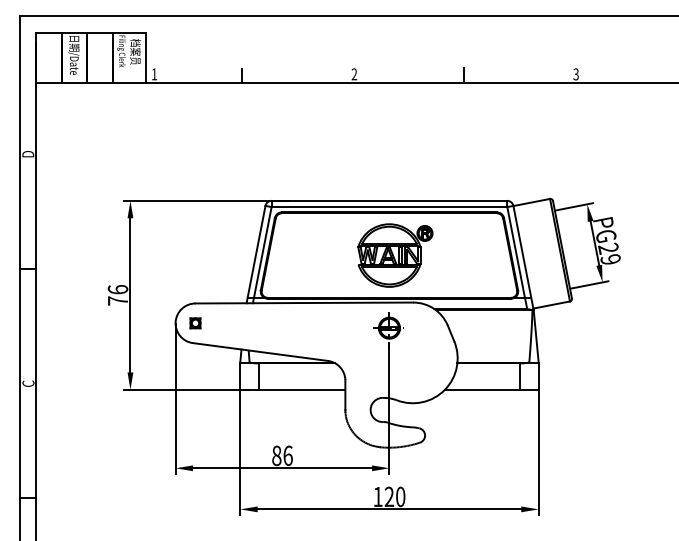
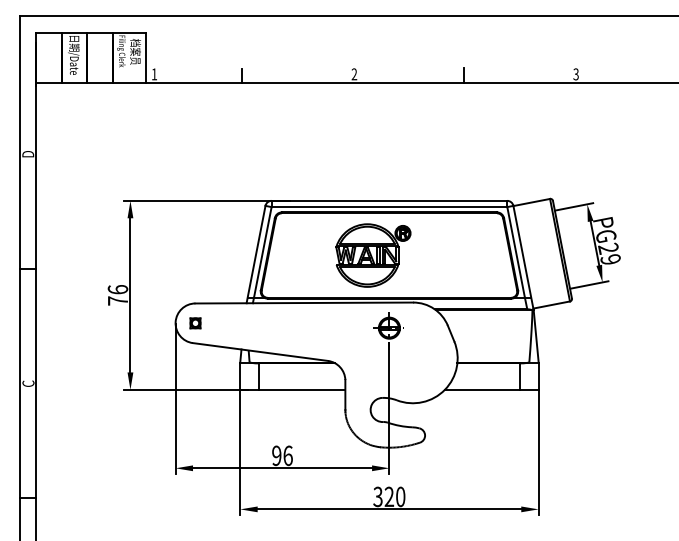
part at (395, 255) position: (395, 255) -> (373, 255)
text at (276, 455): 86 -> 96
text at (377, 496): 120 -> 320
